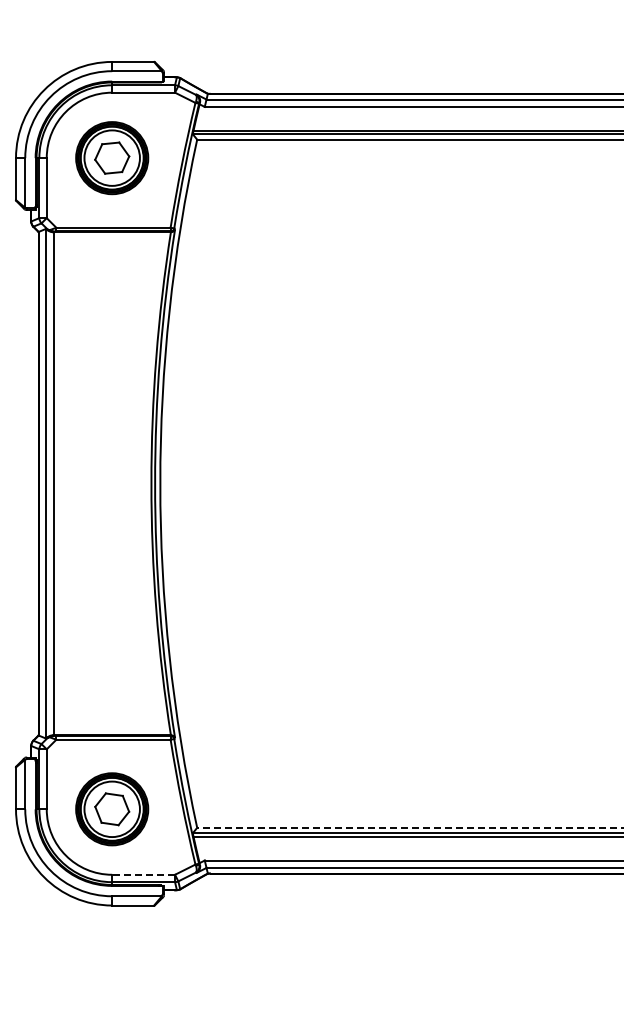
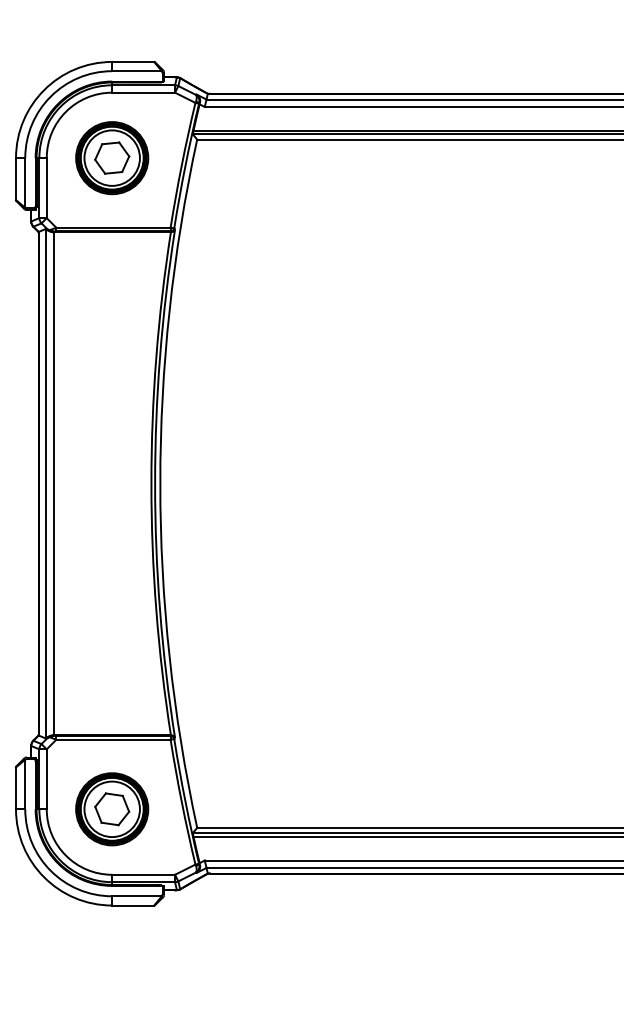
line at (410, 827): dashed -> solid
line at (143, 874): dashed -> solid
